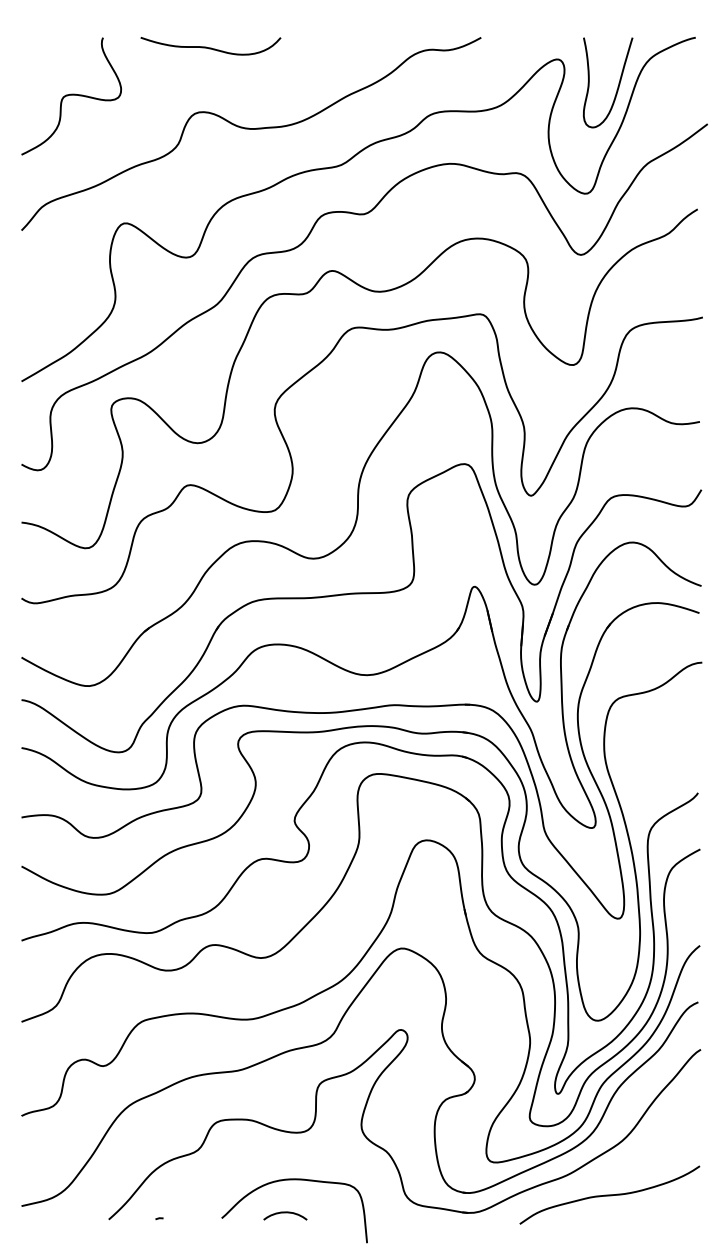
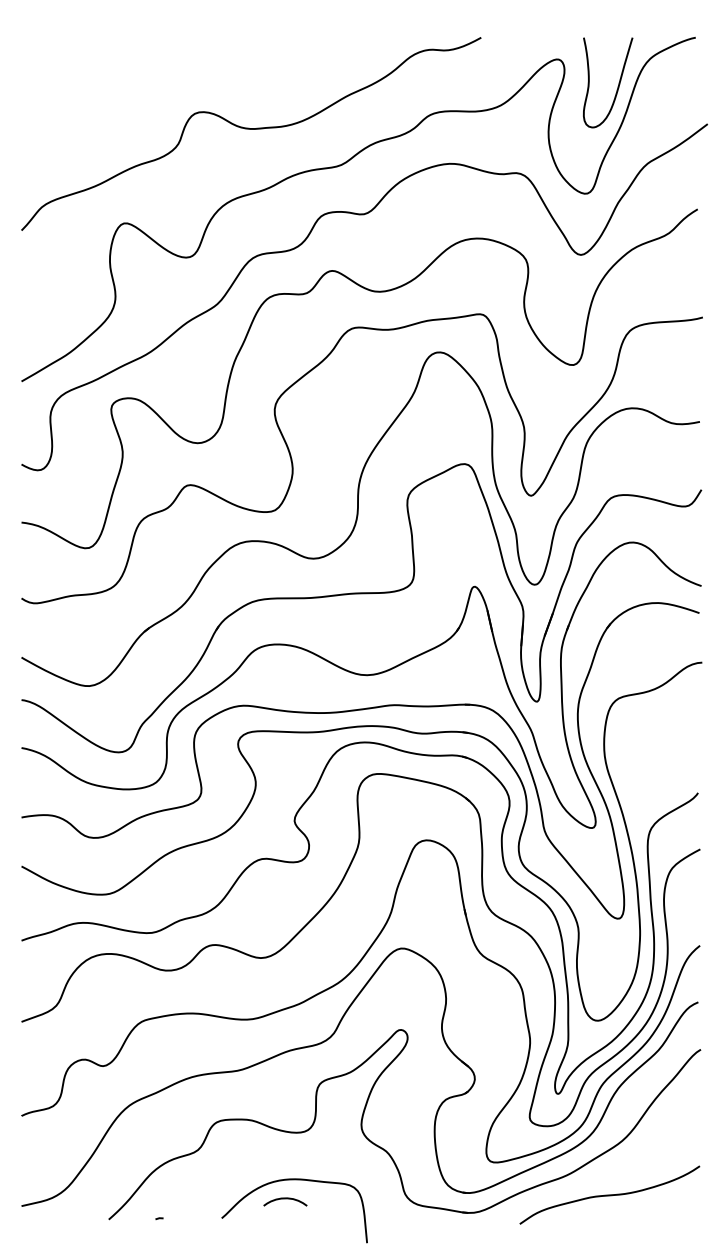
curve at (210, 47): present -> none
curve at (71, 95): present -> none
curve at (285, 1213) position: (285, 1213) -> (285, 1199)
